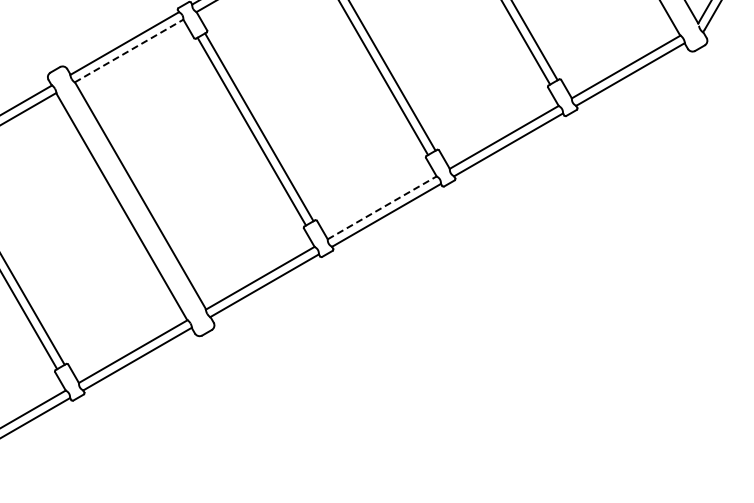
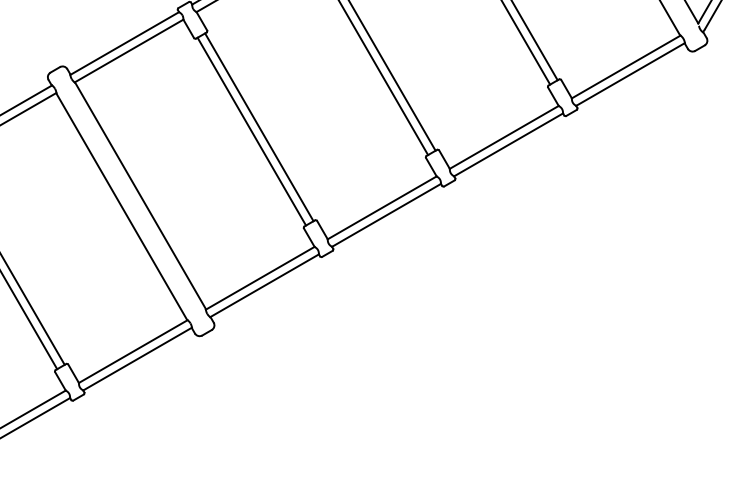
line at (129, 51): dashed -> solid
line at (382, 207): dashed -> solid
